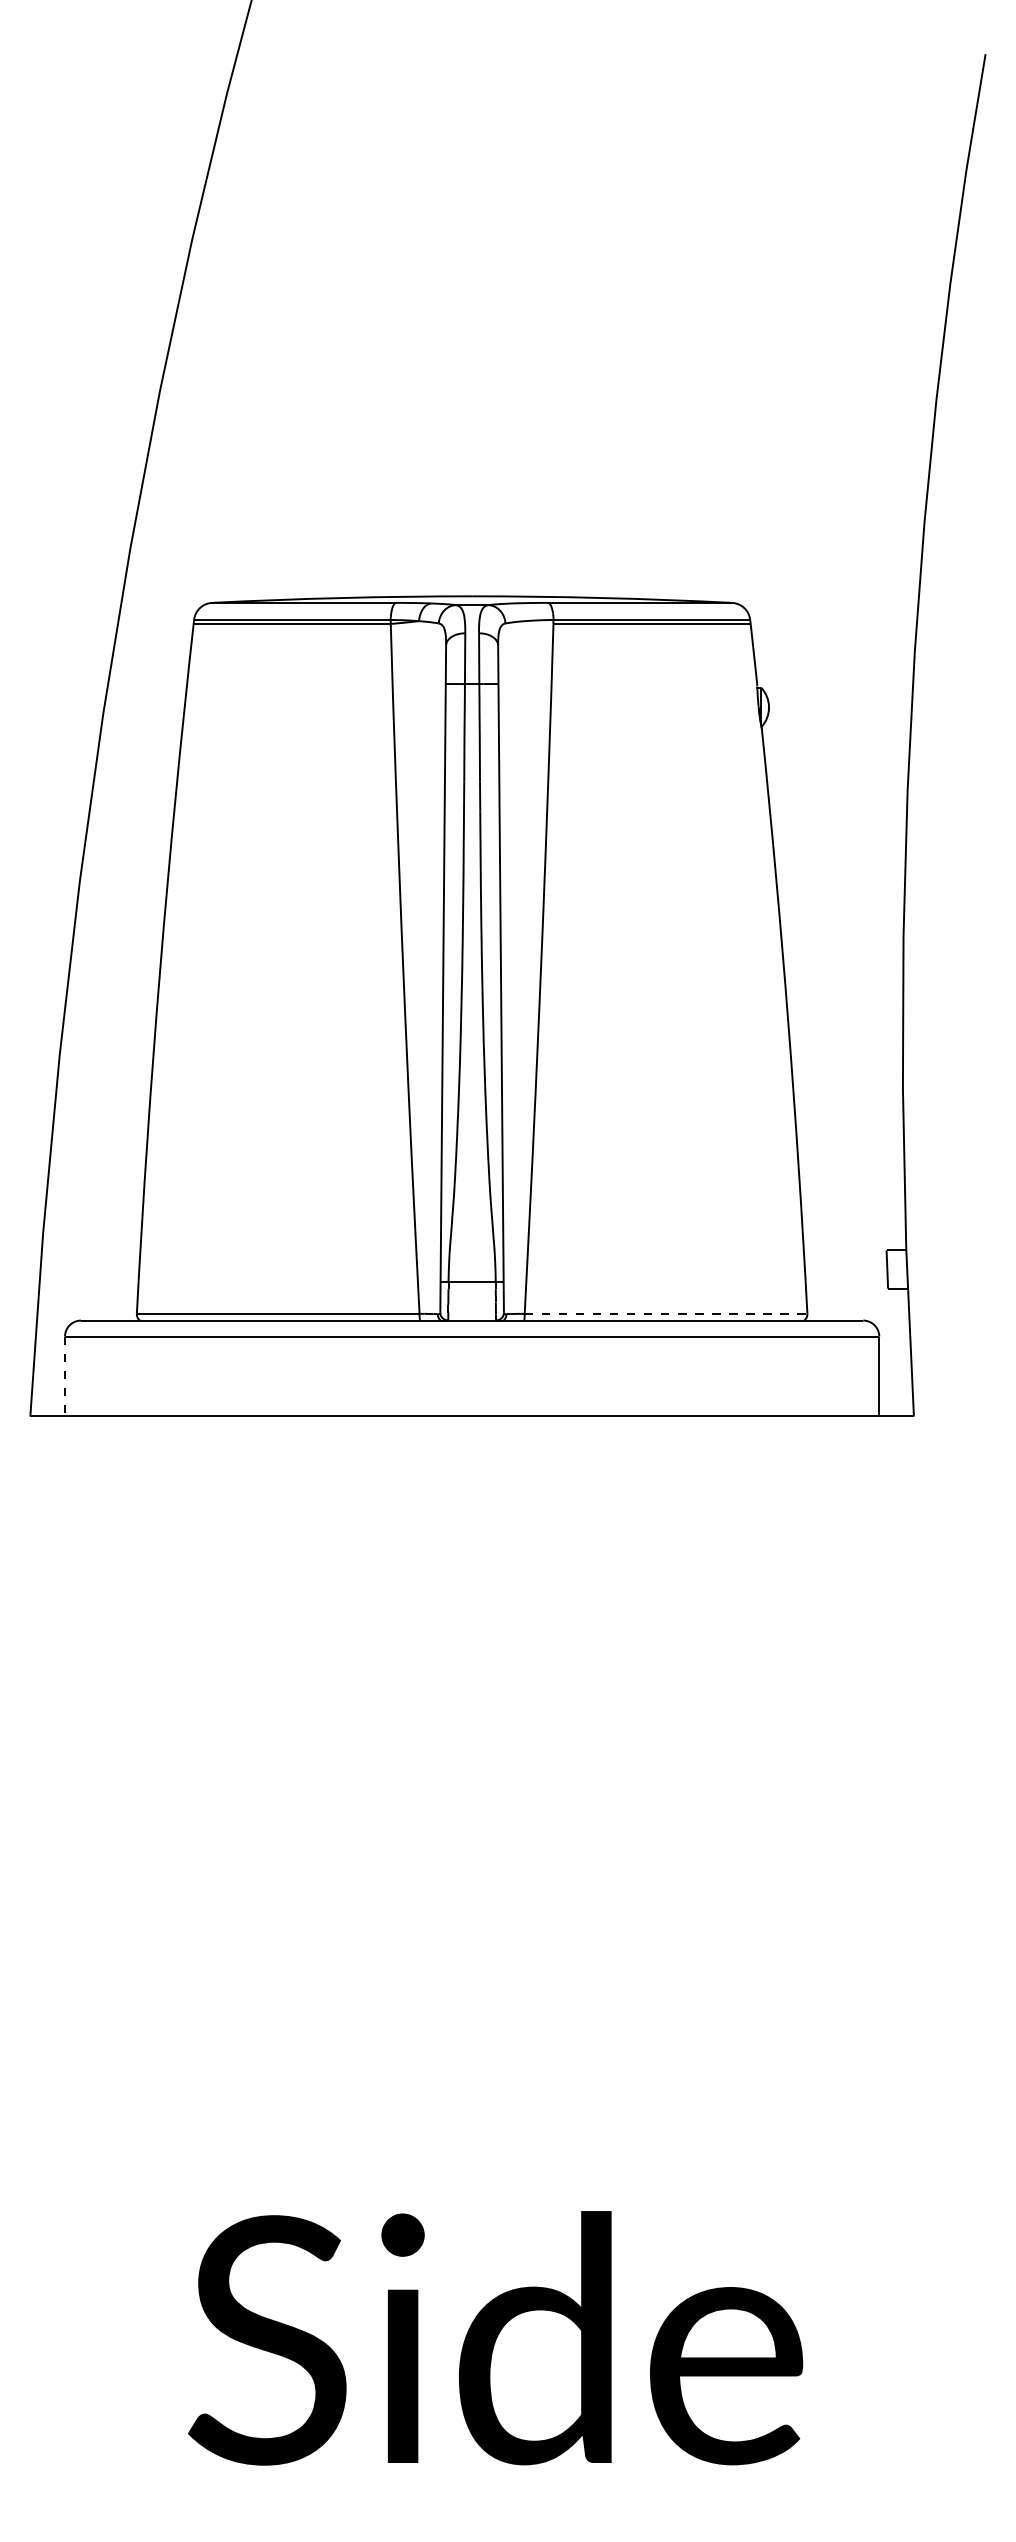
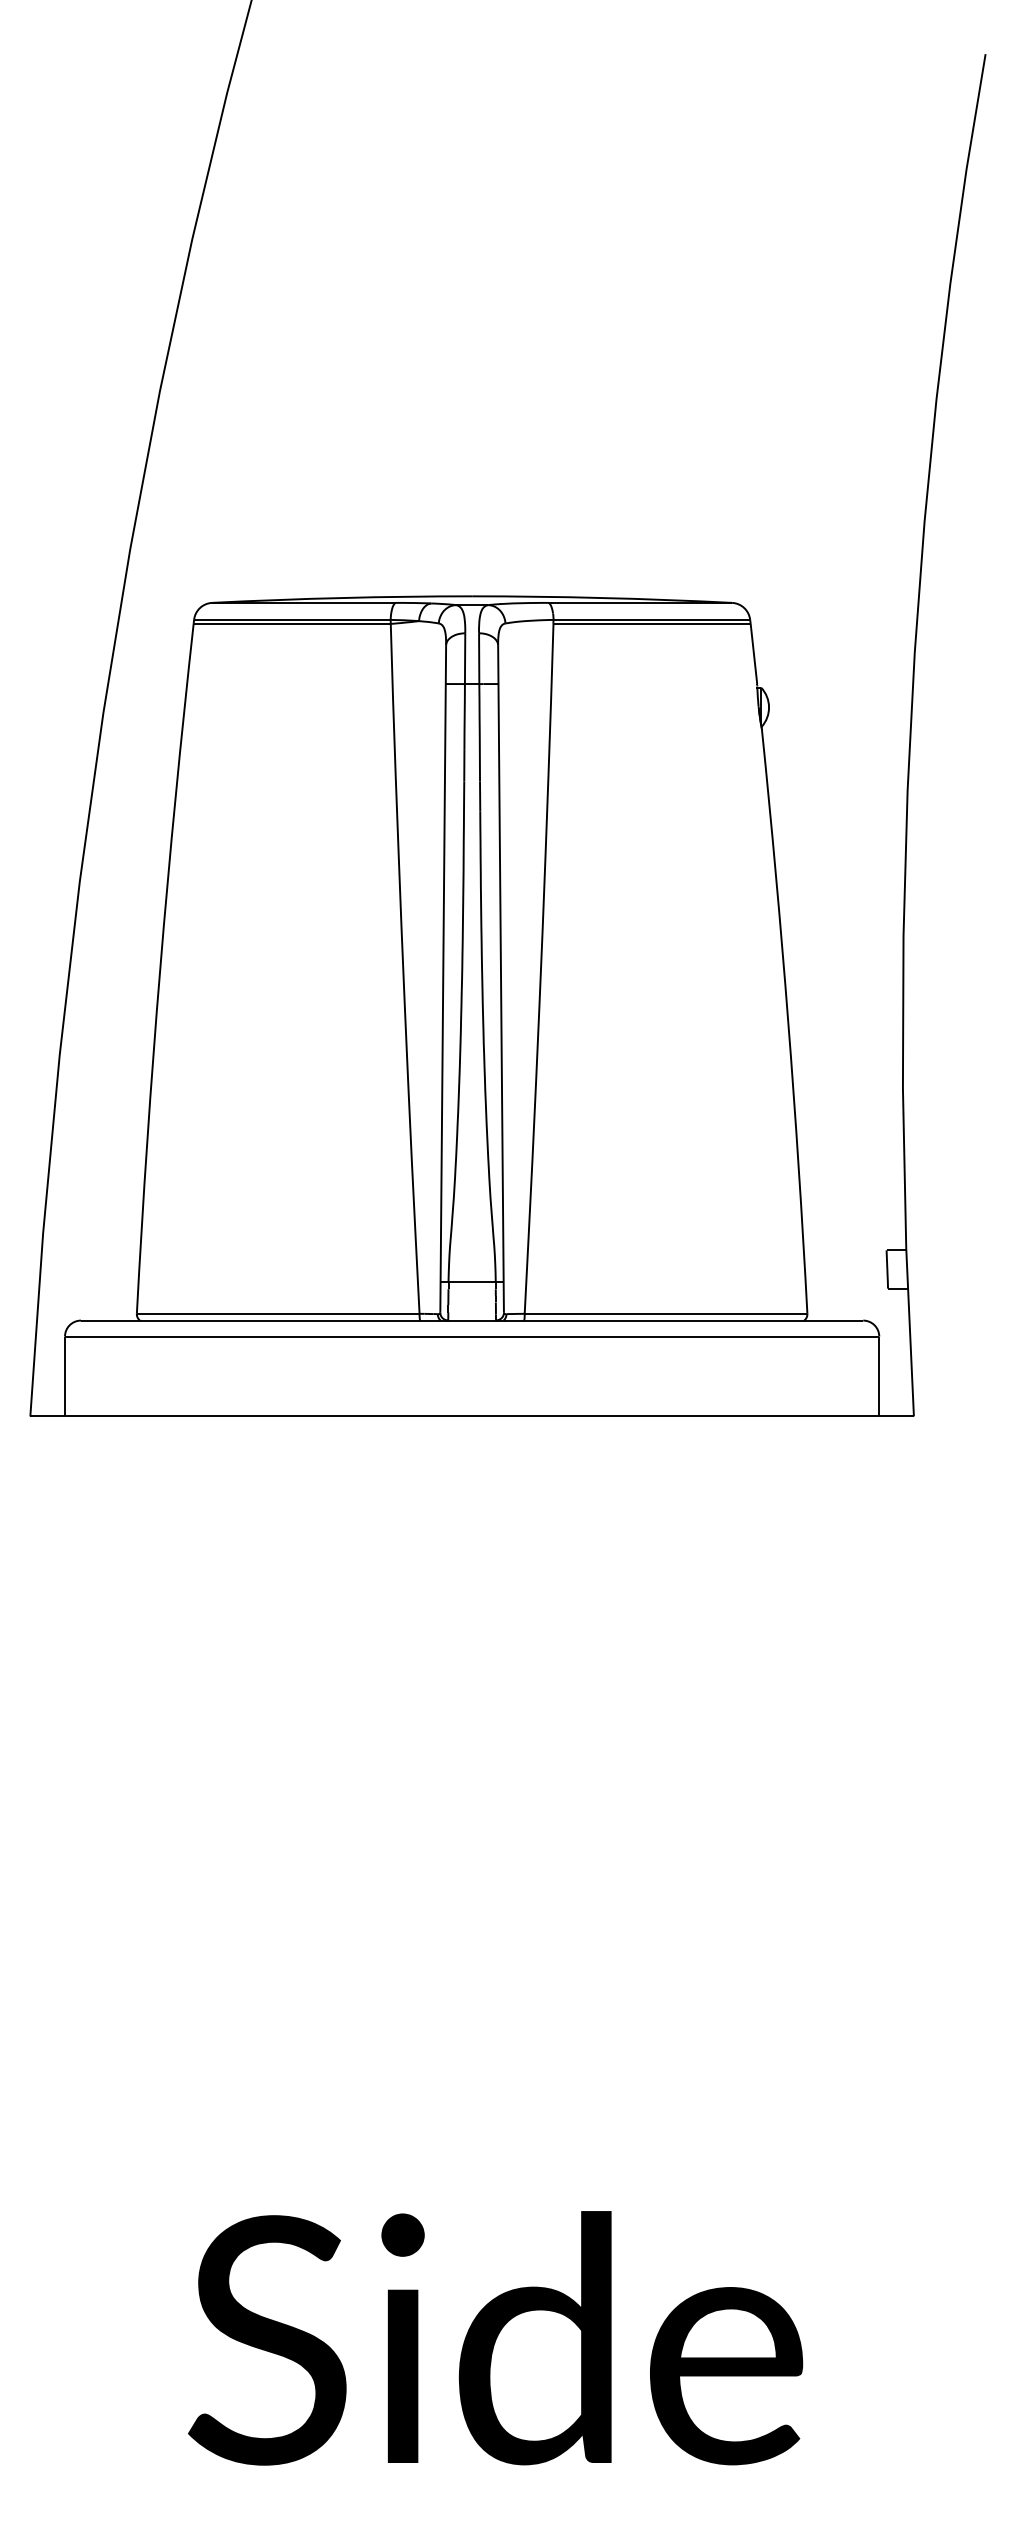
line at (666, 1313): dashed -> solid
line at (65, 1376): dashed -> solid
